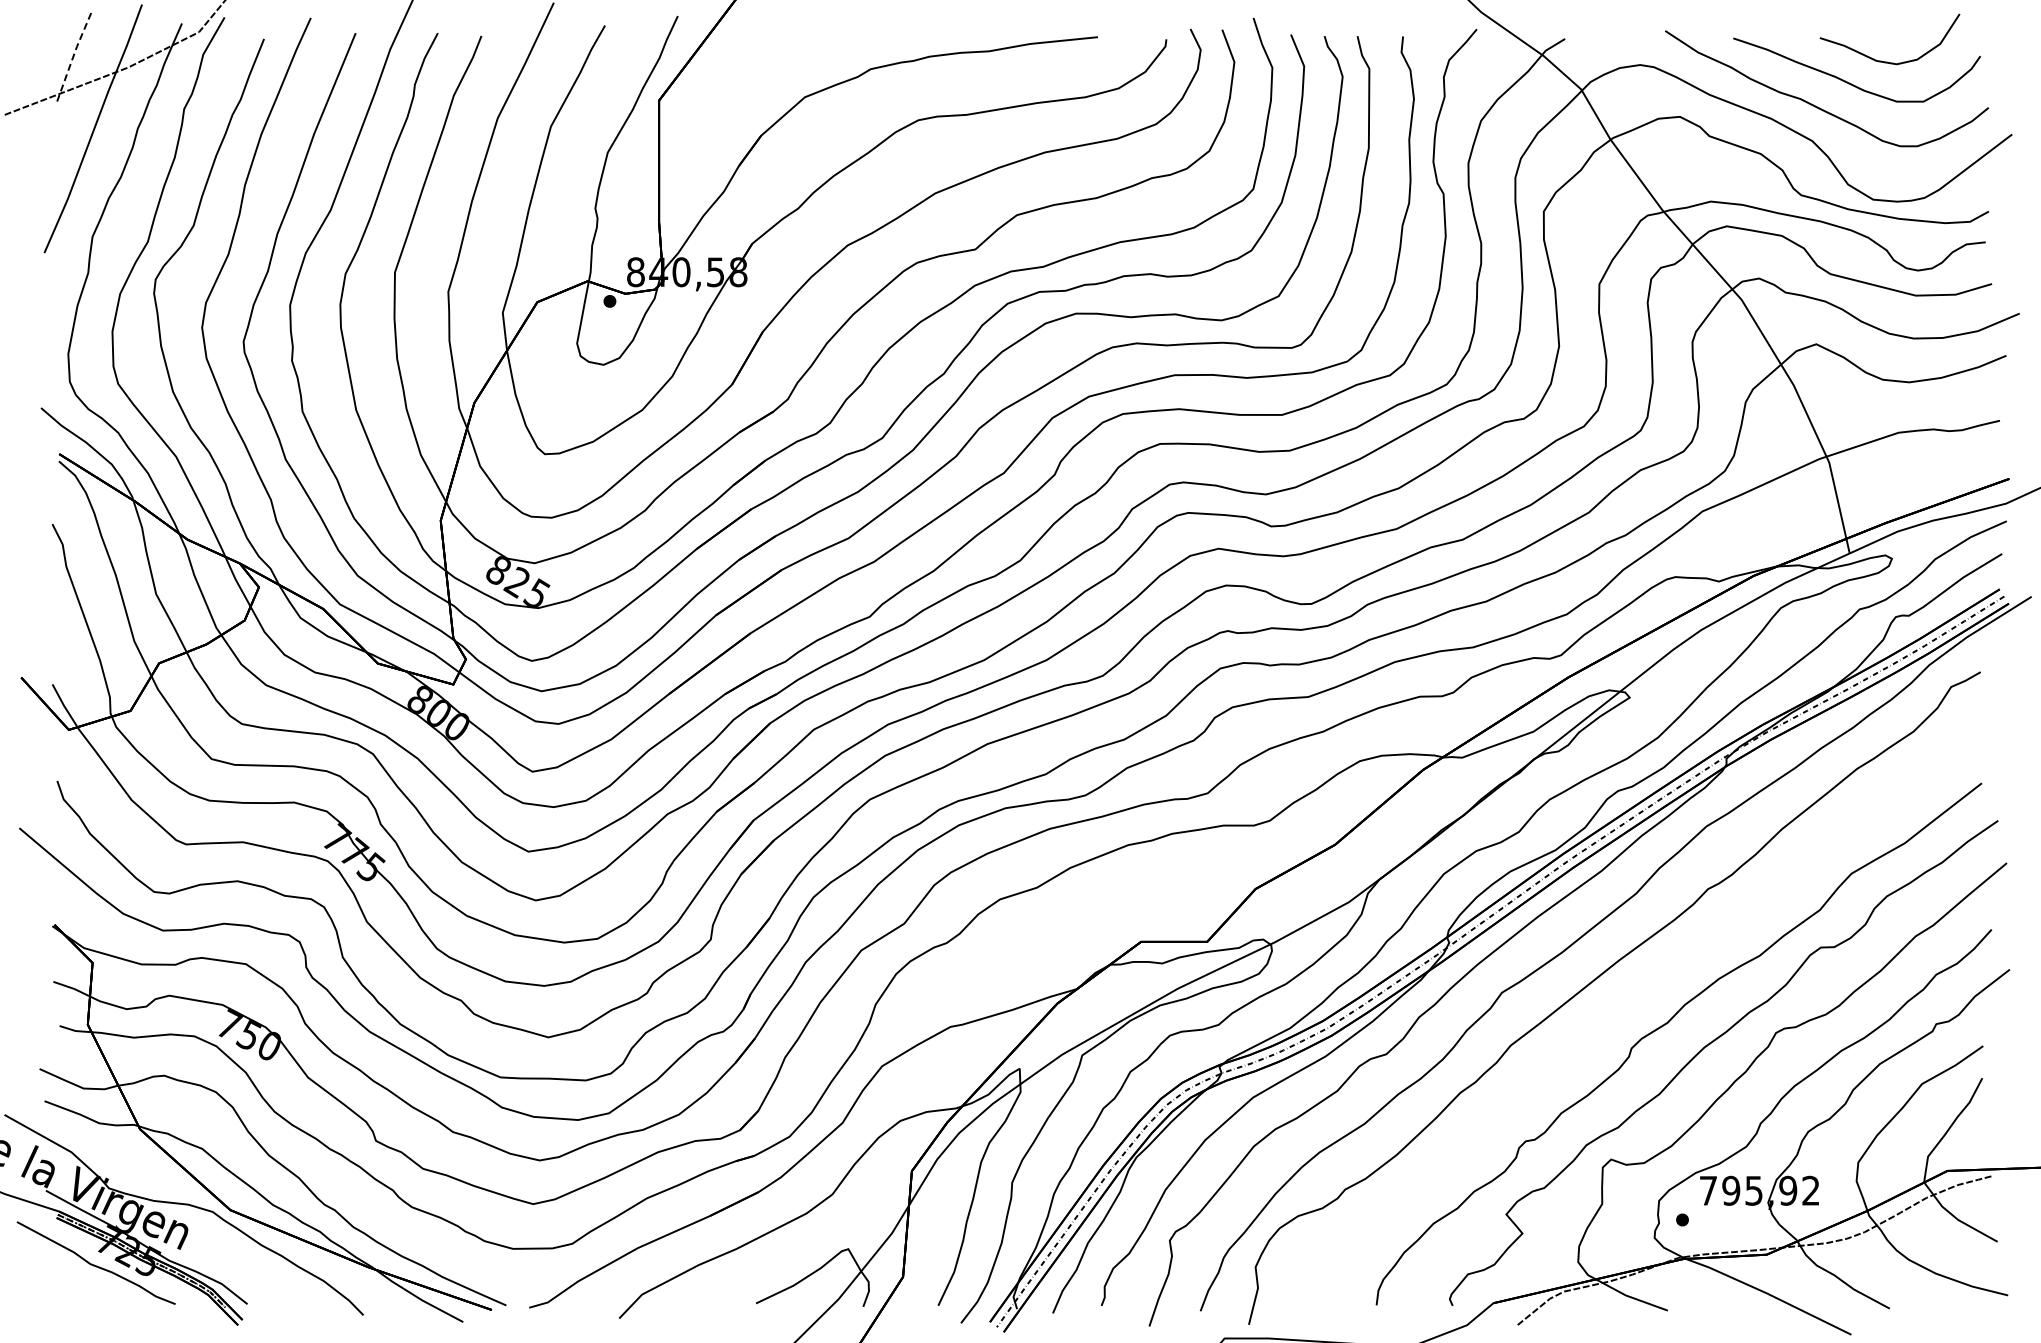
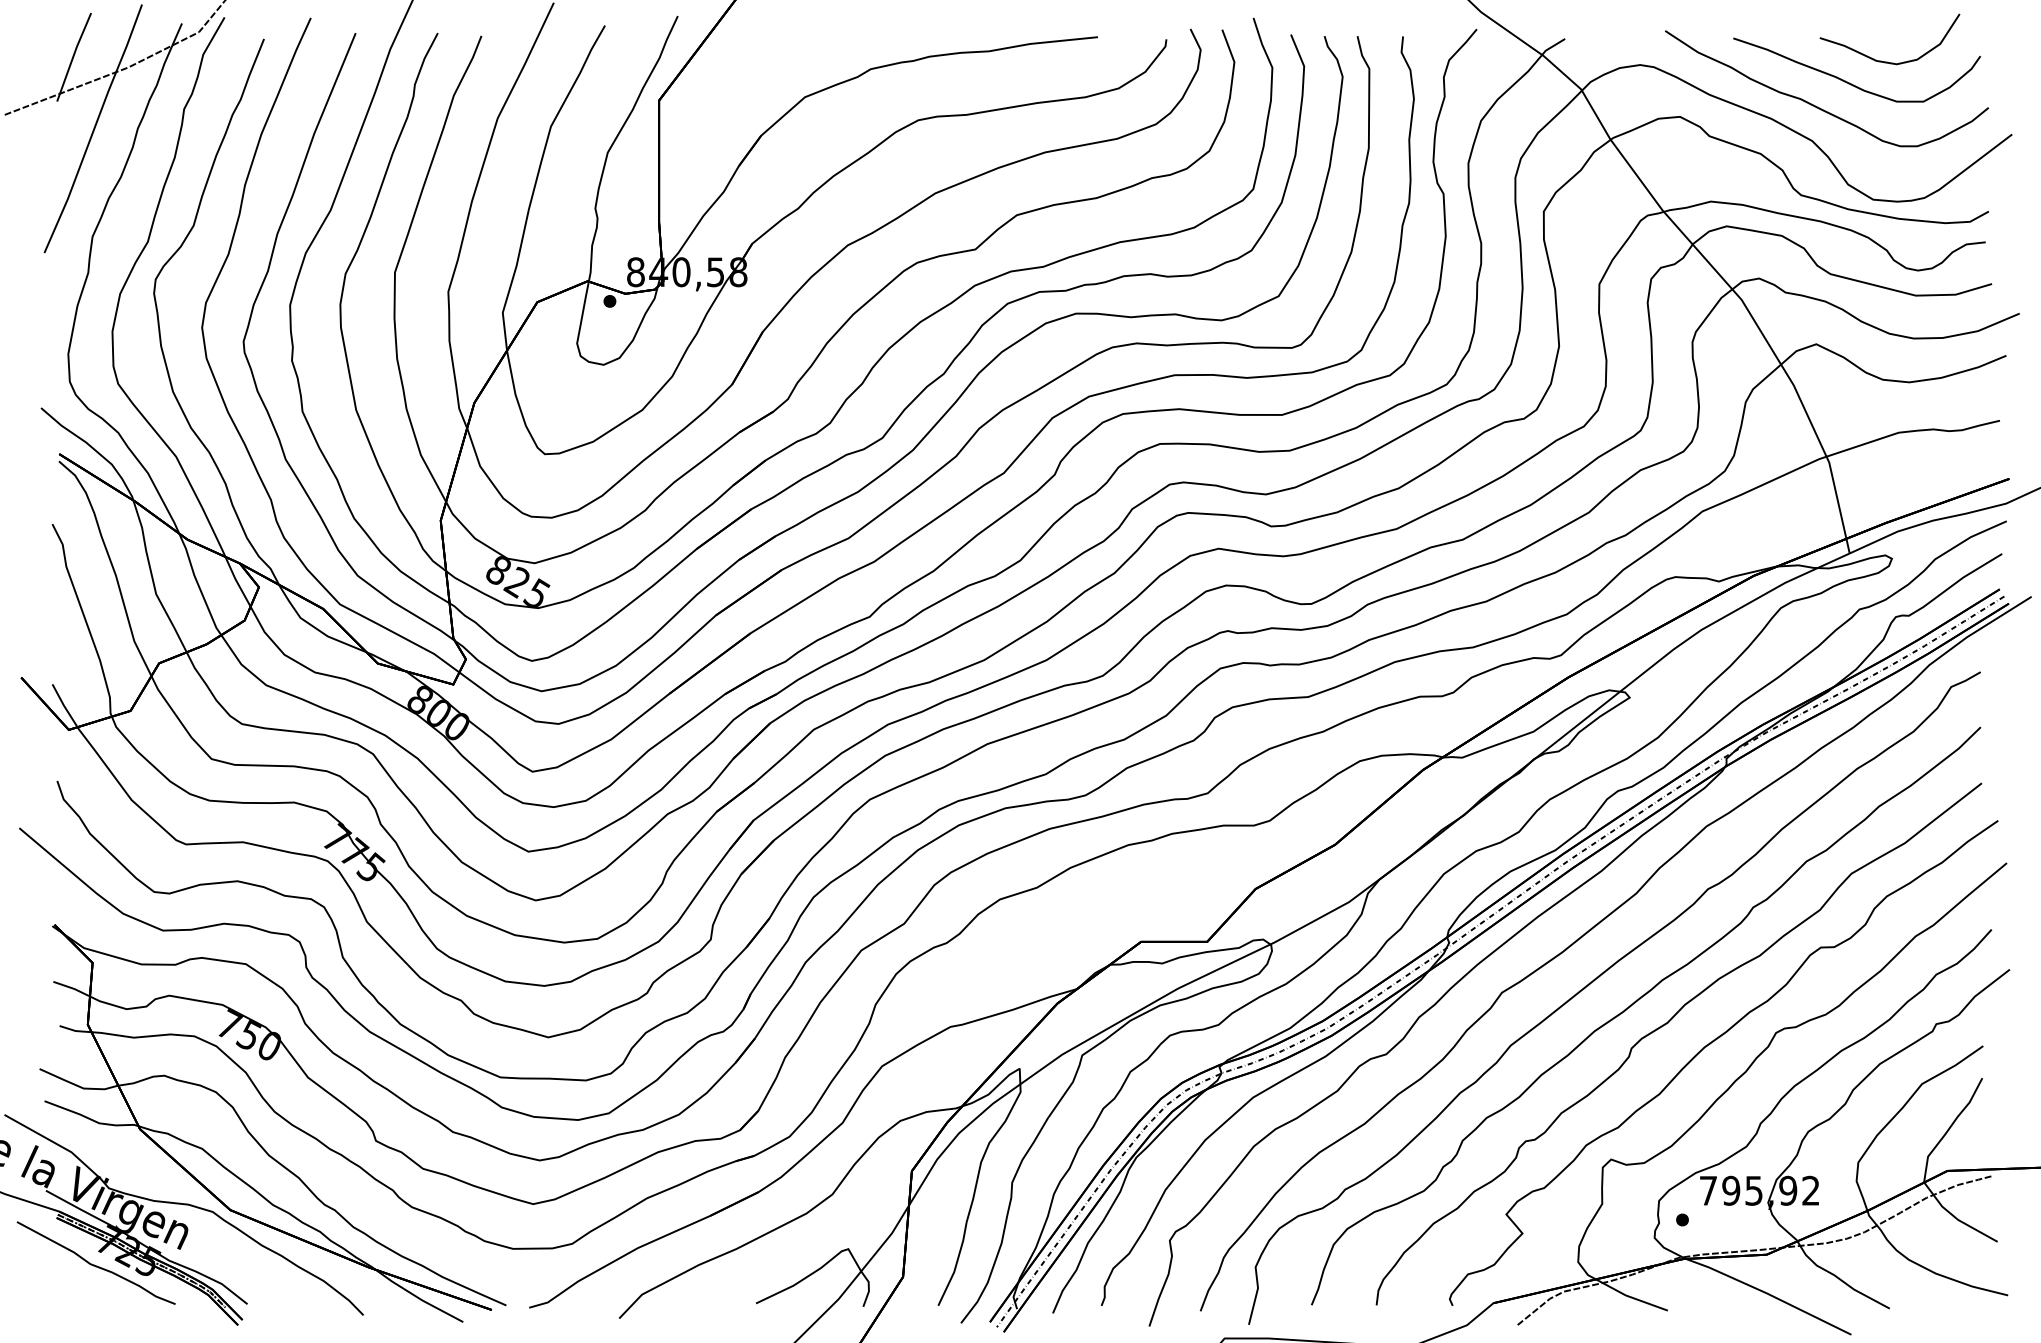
line at (73, 56): dashed -> solid
curve at (1635, 1003): none -> present
